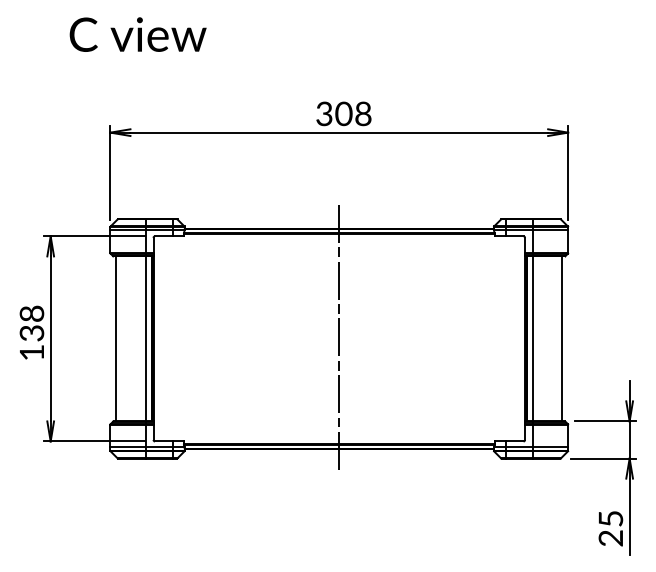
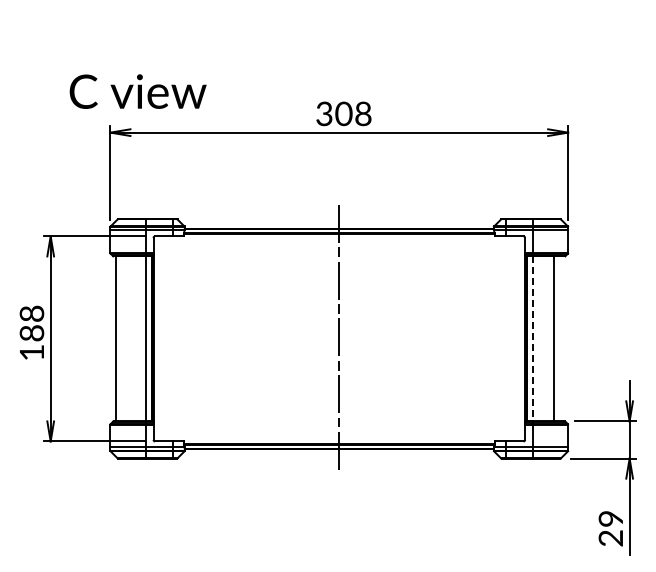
text at (137, 34) position: (137, 34) -> (137, 91)
text at (31, 333): 138 -> 188
line at (562, 338) position: (562, 338) -> (554, 338)
line at (532, 339): solid -> dashed
text at (610, 518): 25 -> 29
